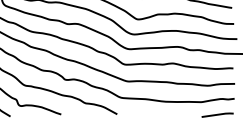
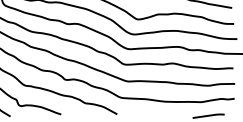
line at (217, 114) position: (217, 114) -> (208, 115)
